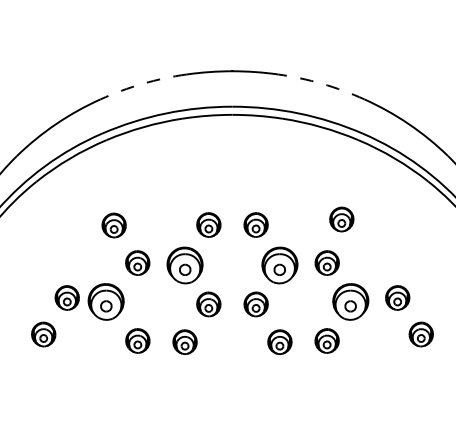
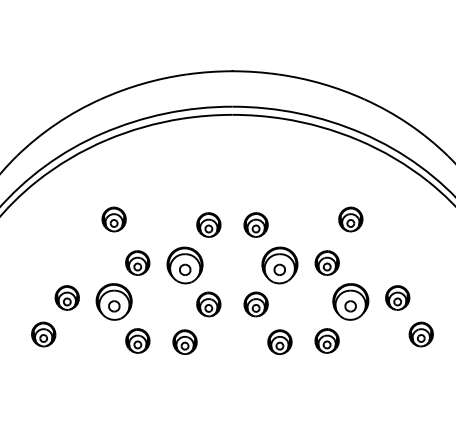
arc at (142, 83): dashed -> solid
arc at (322, 83): dashed -> solid
part at (341, 219) position: (341, 219) -> (350, 219)
part at (113, 225) position: (113, 225) -> (113, 219)
part at (105, 301) position: (105, 301) -> (113, 301)
